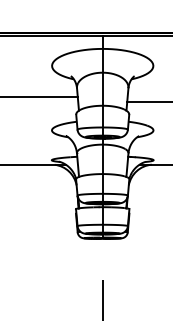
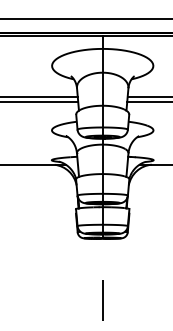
line at (85, 19): none -> present
line at (148, 97): none -> present
line at (40, 101): none -> present
